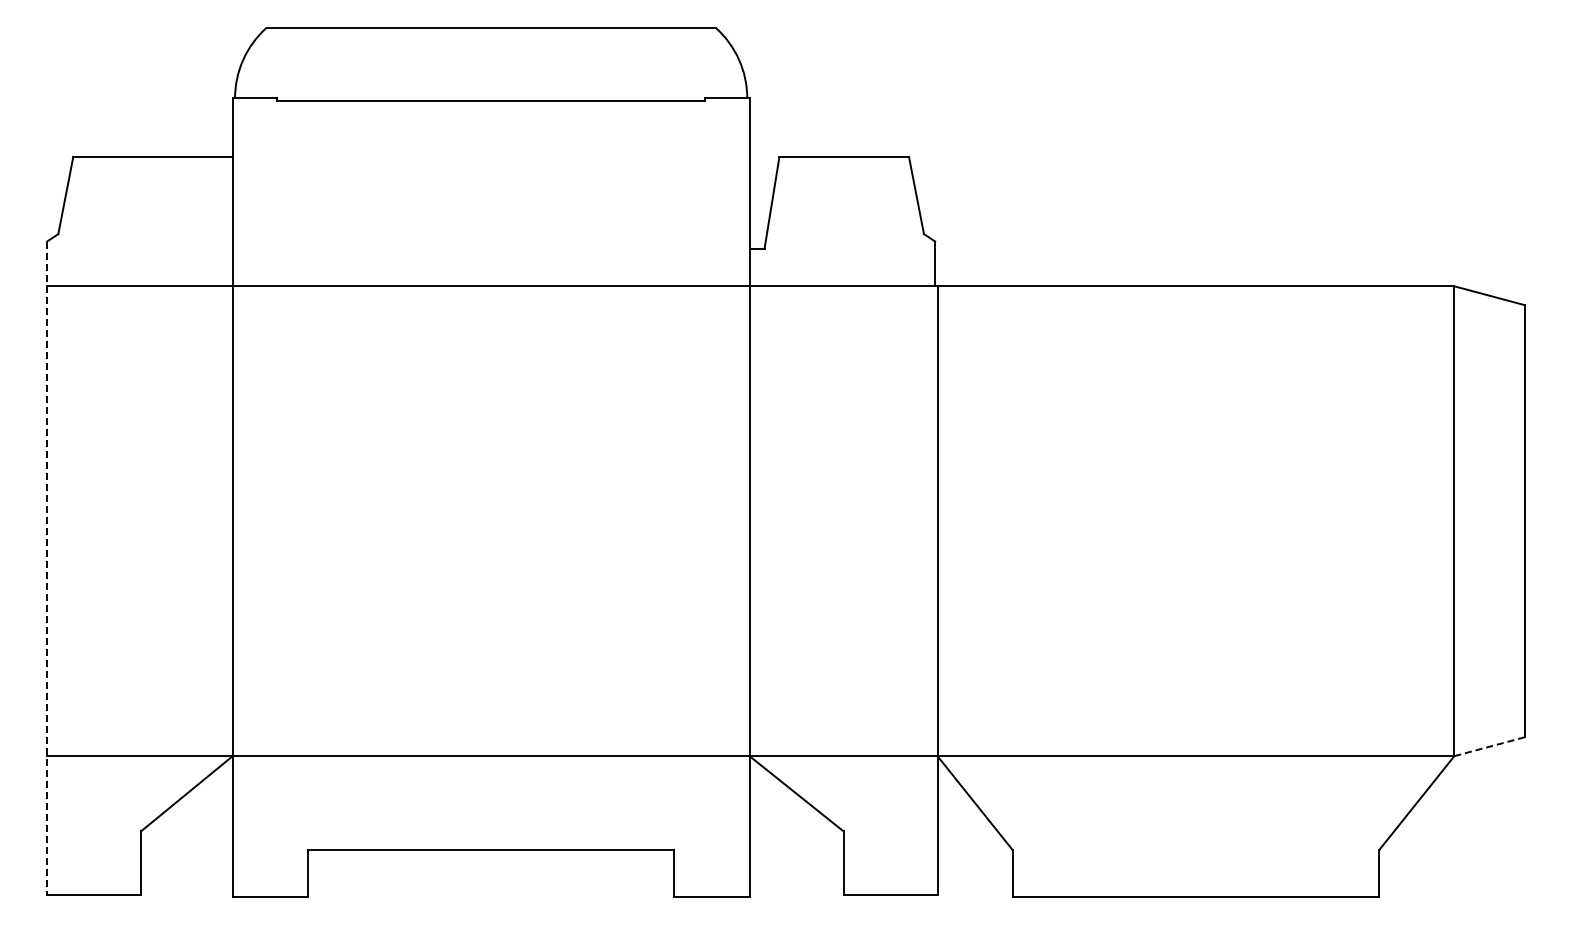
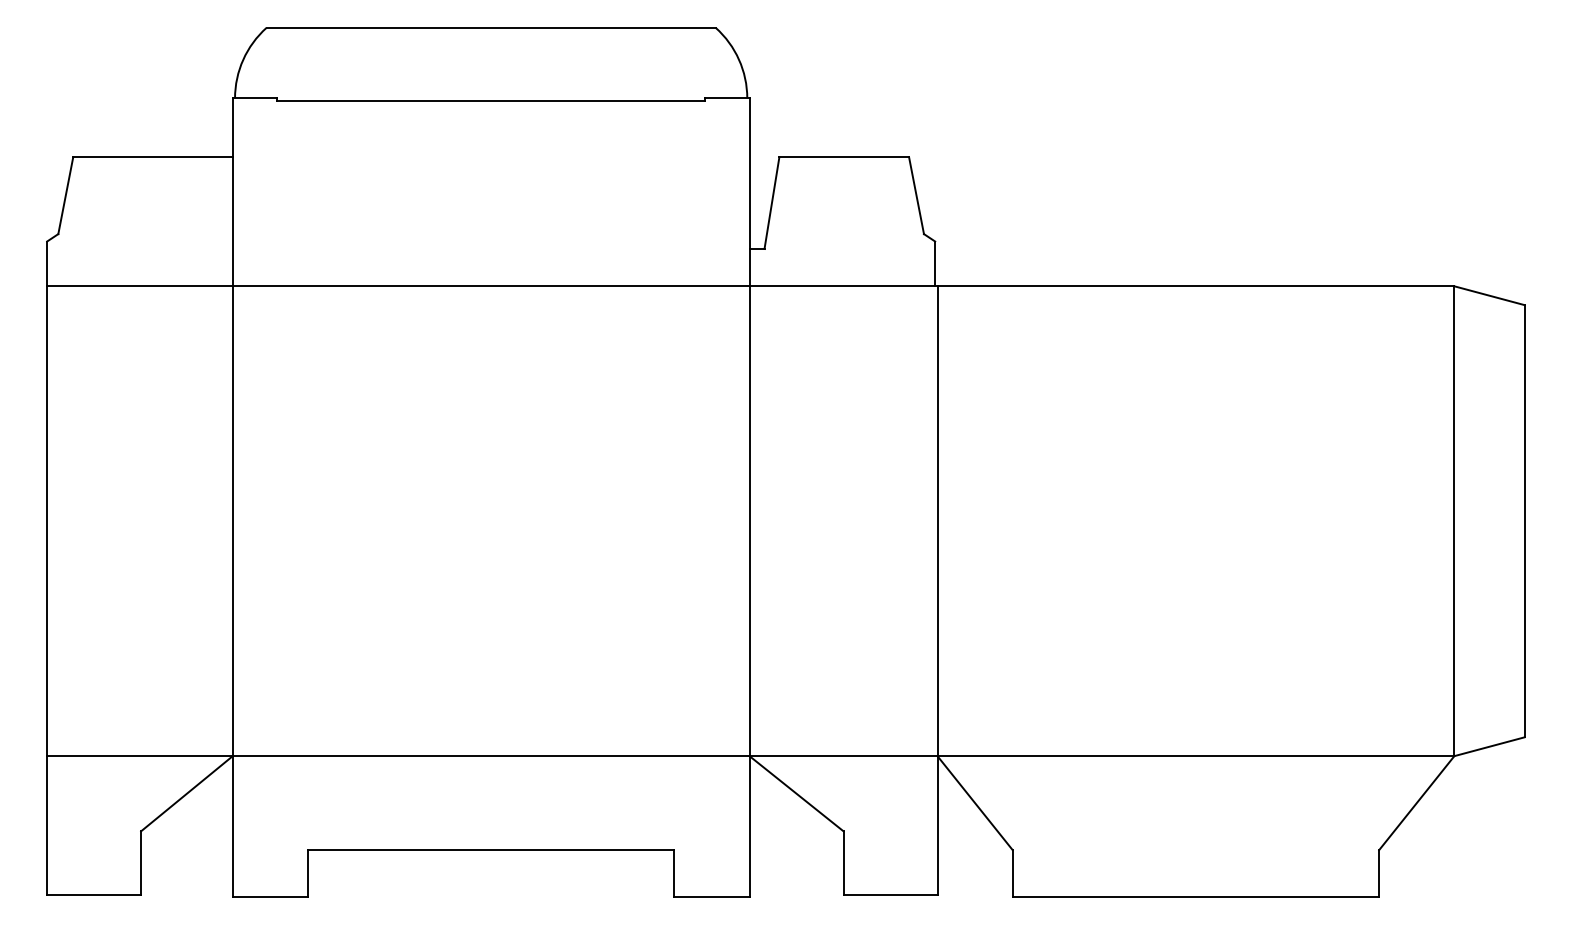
line at (47, 568): dashed -> solid
line at (1490, 746): dashed -> solid
